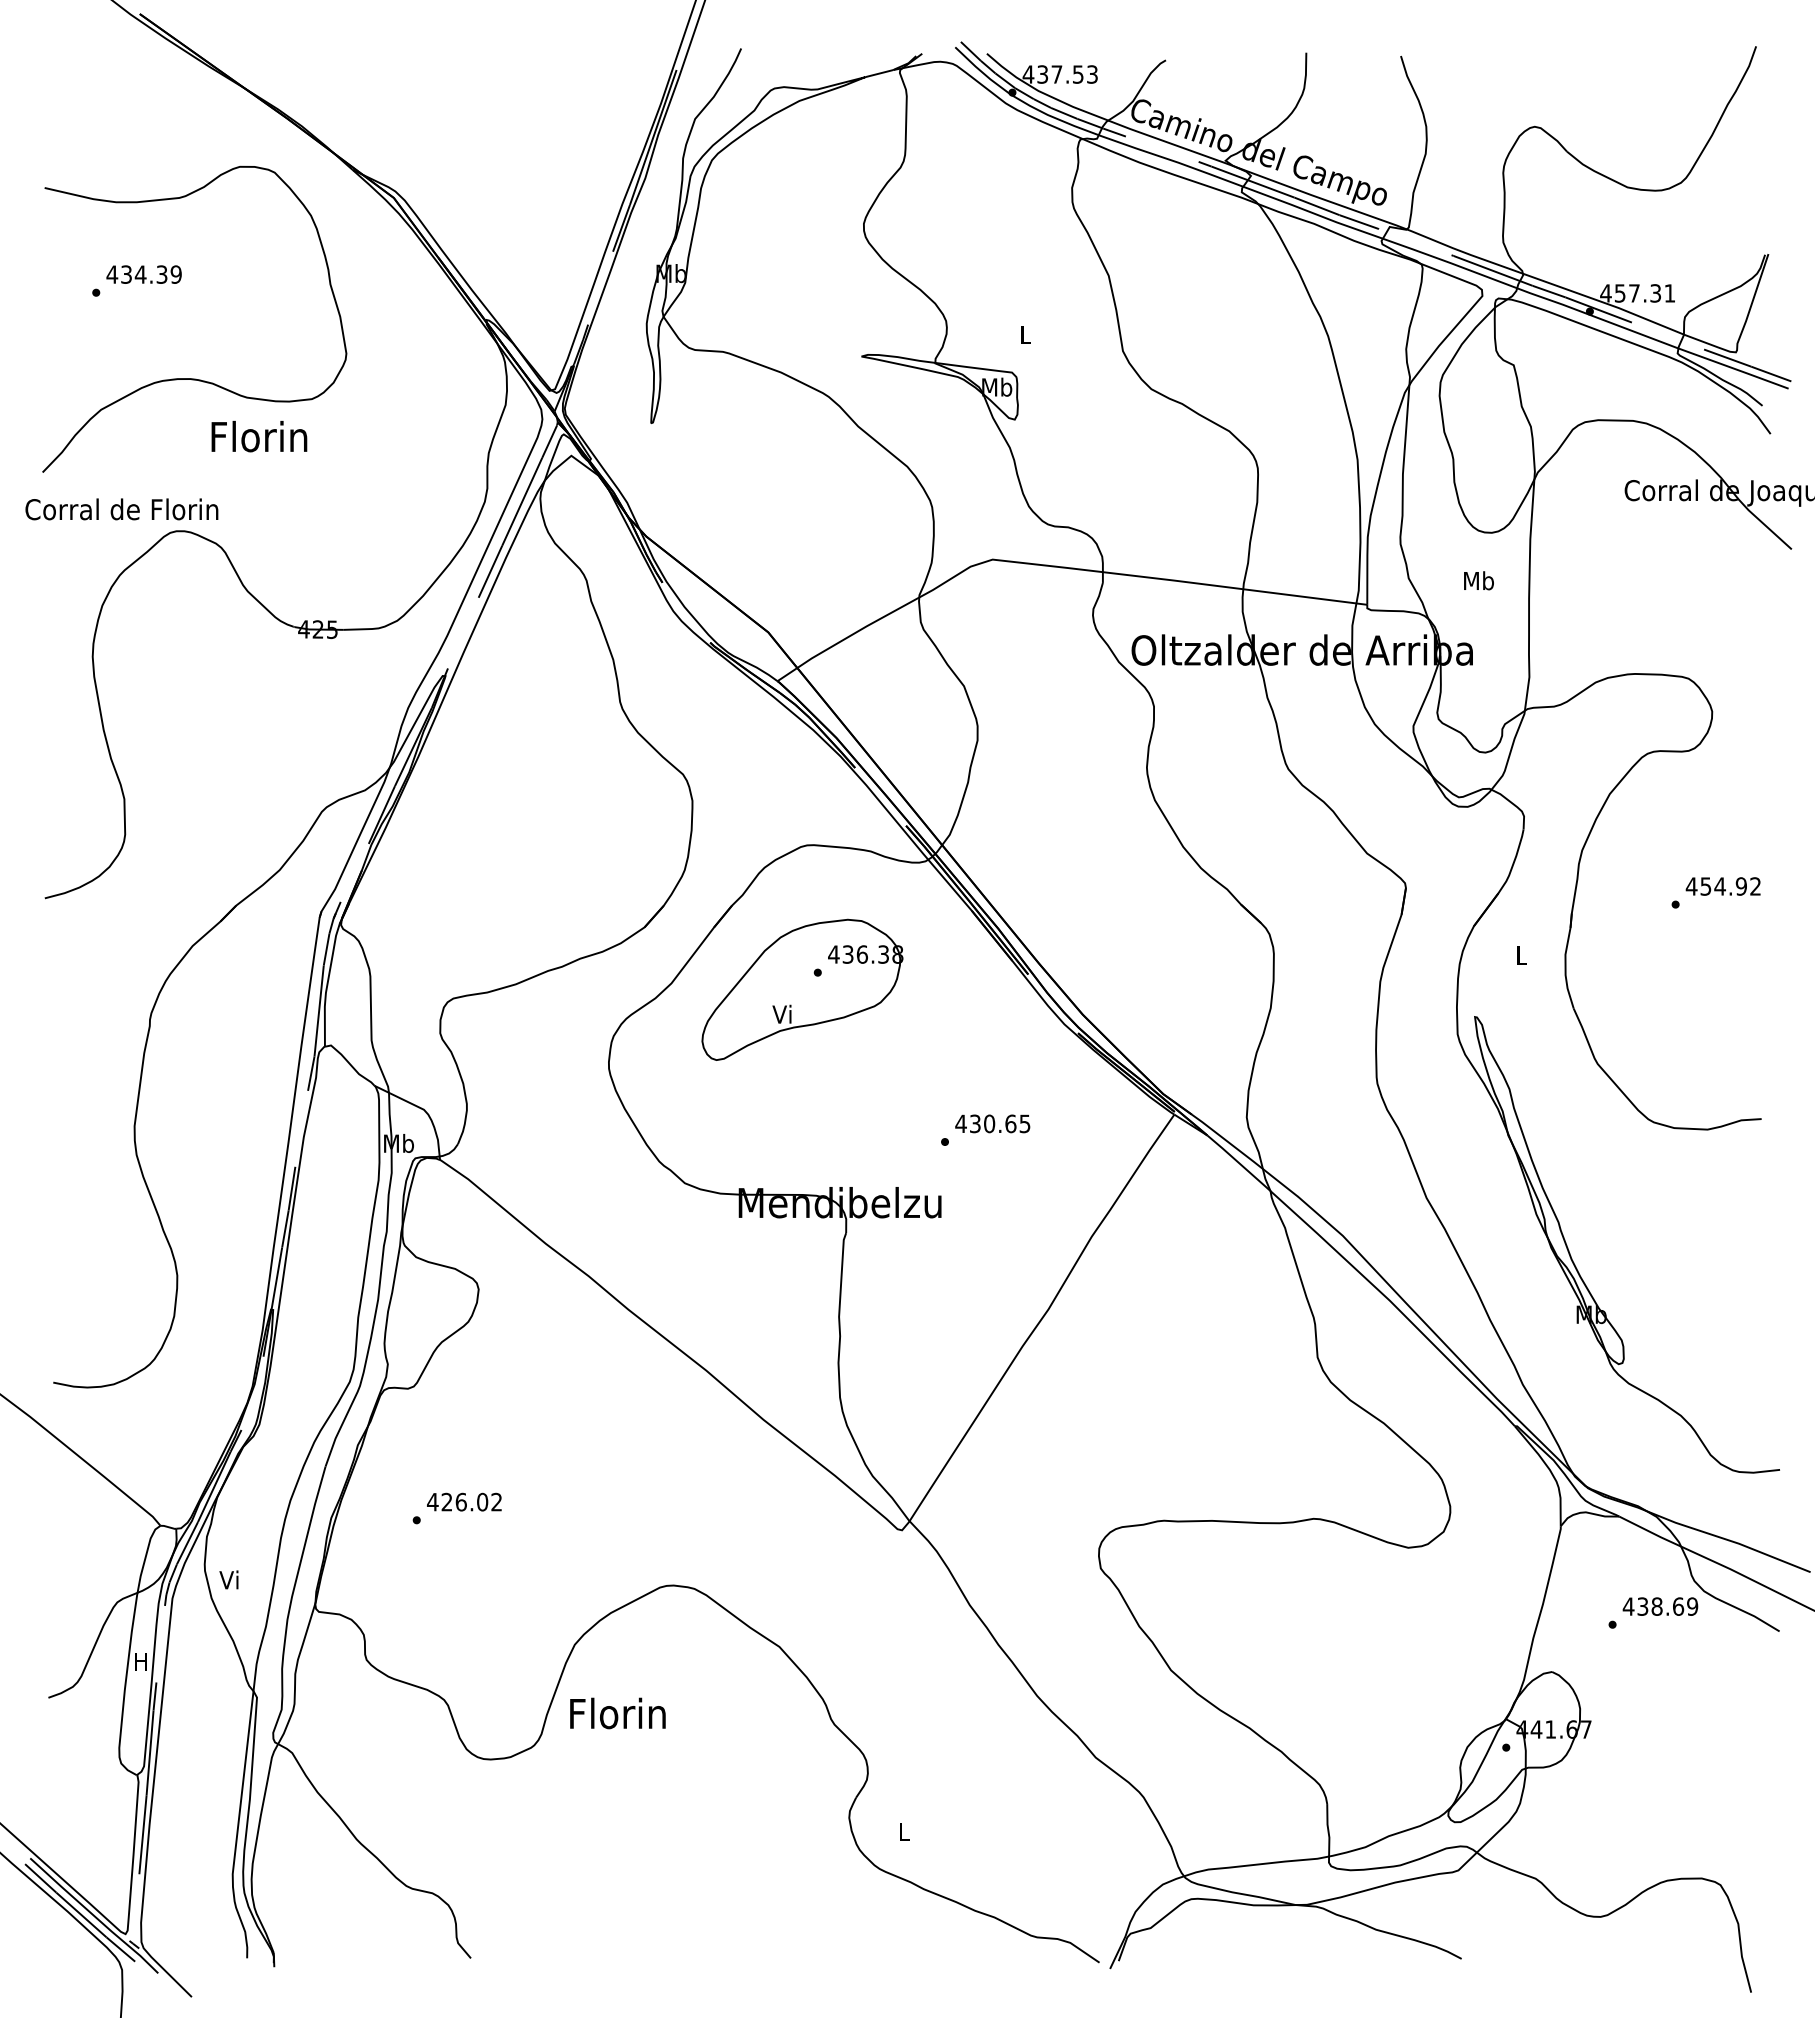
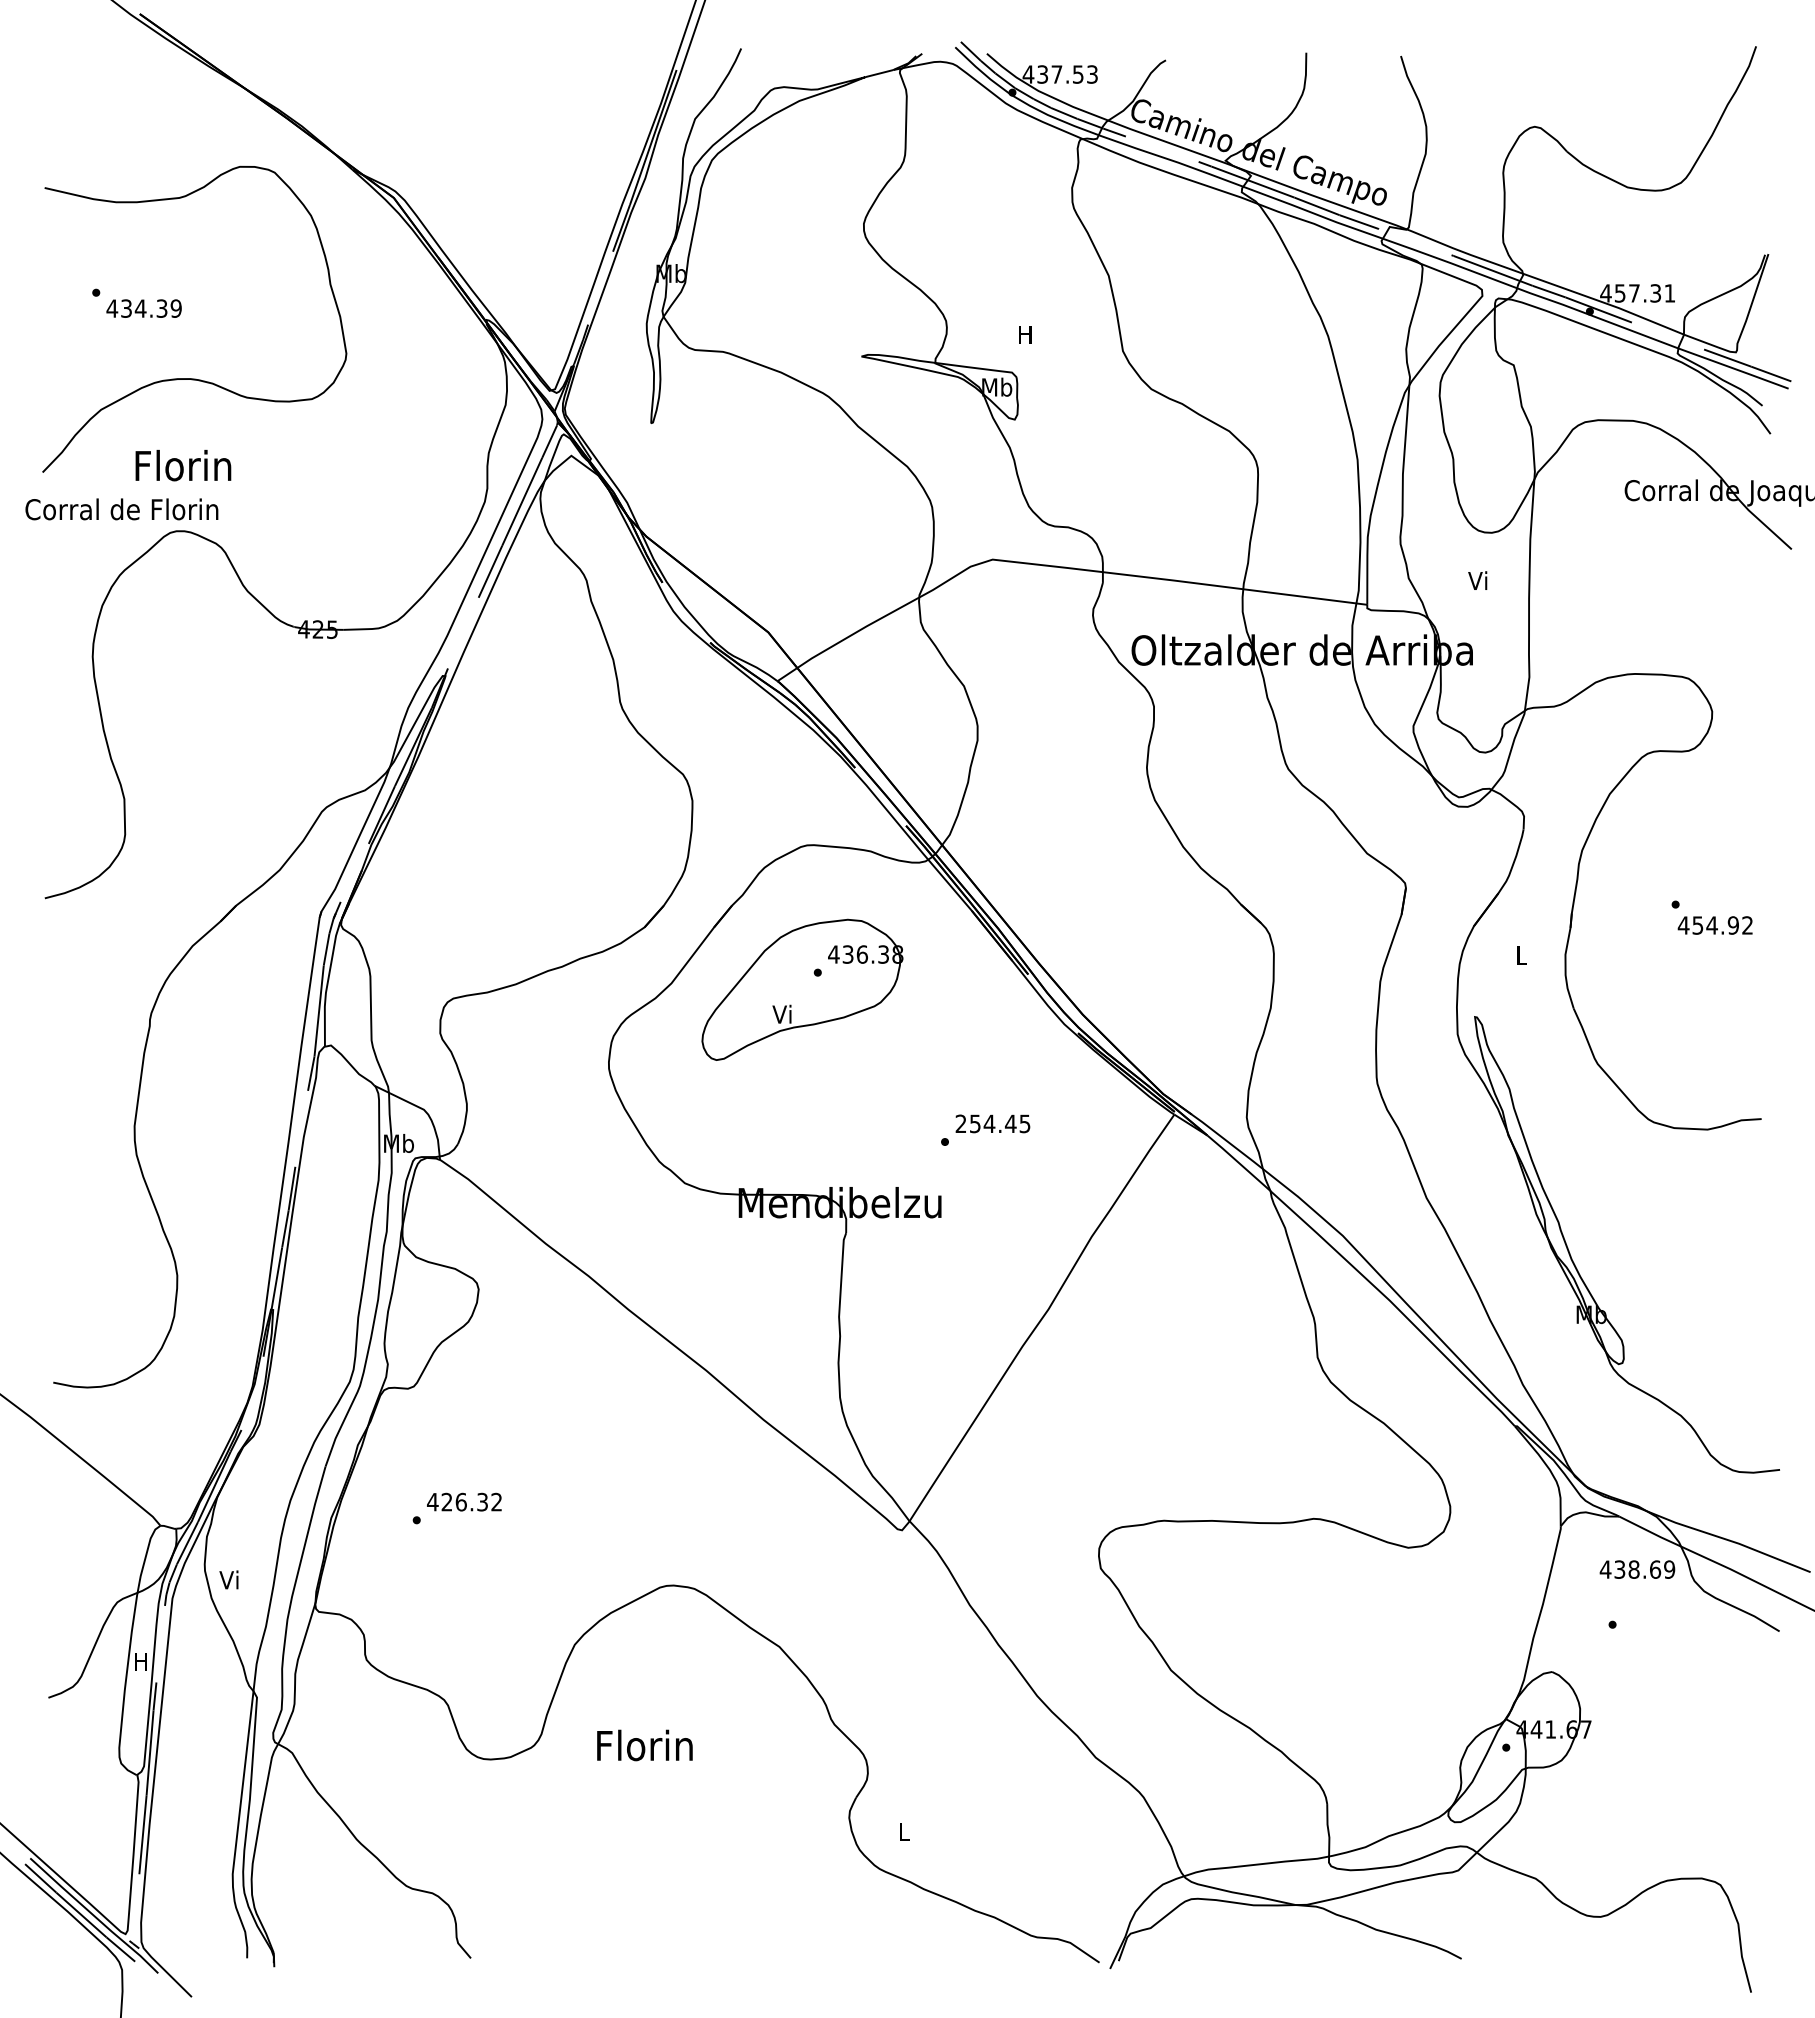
text at (143, 274) position: (143, 274) -> (143, 308)
text at (1025, 334): L -> H
text at (259, 436) position: (259, 436) -> (183, 465)
text at (1478, 580): Mb -> Vi
text at (1722, 886) position: (1722, 886) -> (1714, 925)
text at (985, 1123): 430.65 -> 254.45
text at (482, 1501): 426.02 -> 426.32
text at (1660, 1606) position: (1660, 1606) -> (1637, 1569)
text at (617, 1713) position: (617, 1713) -> (644, 1745)
